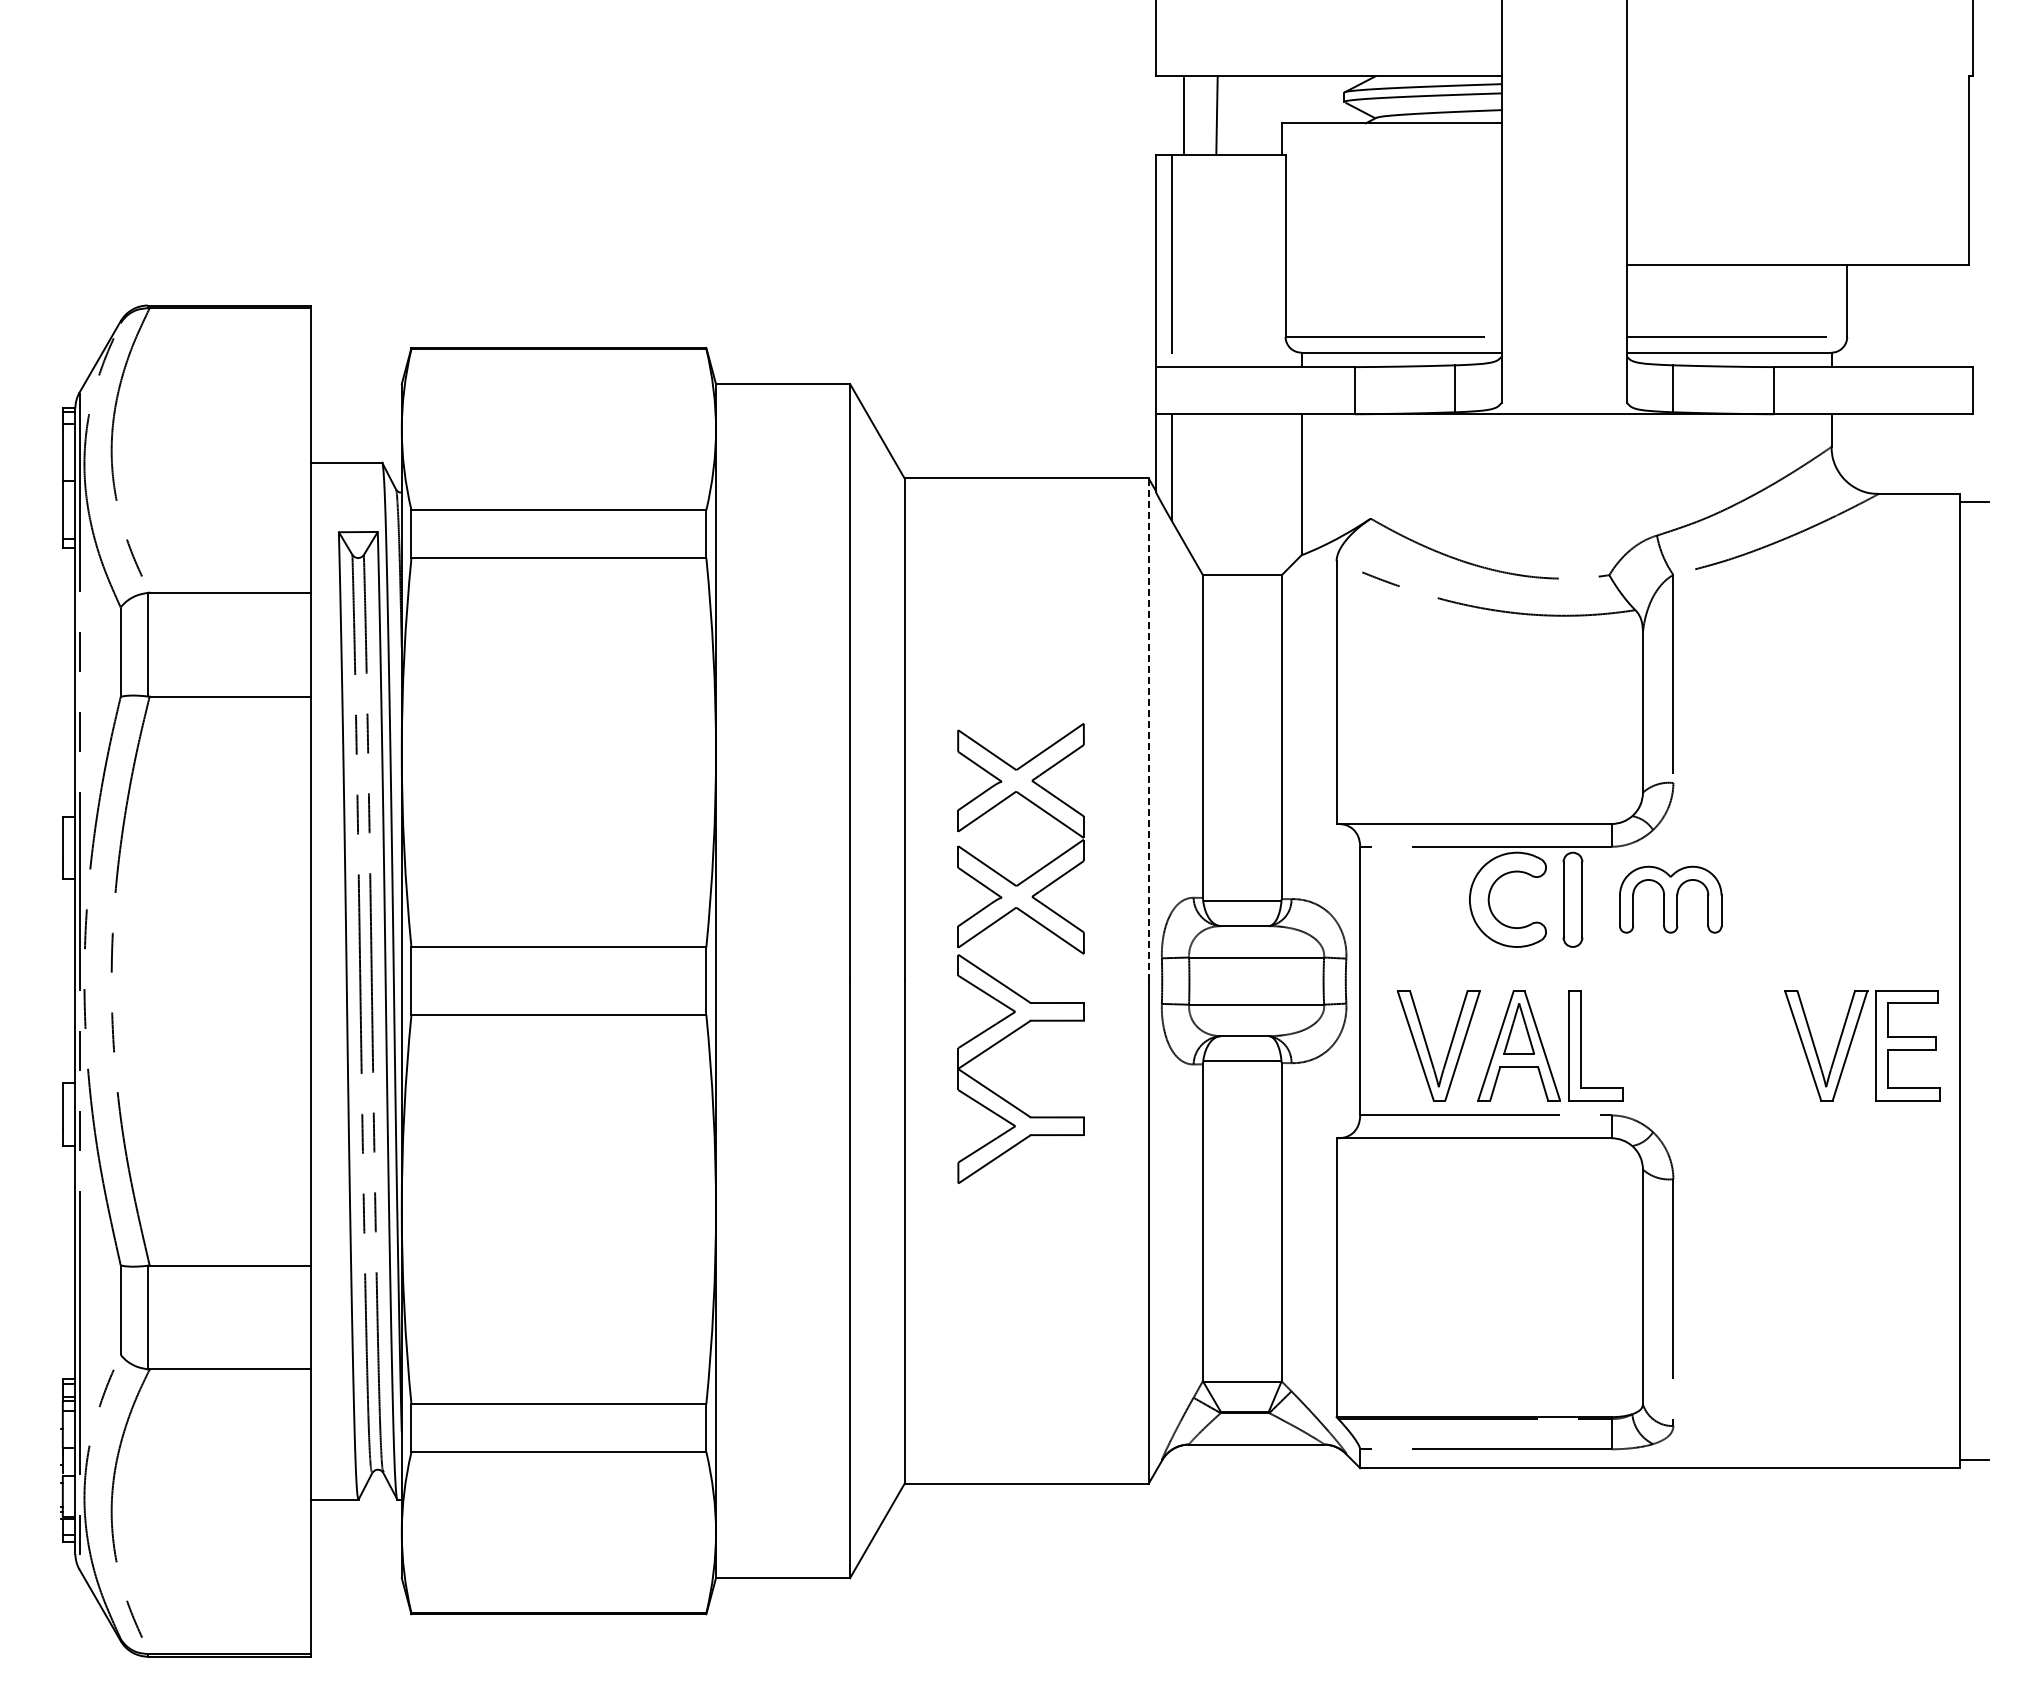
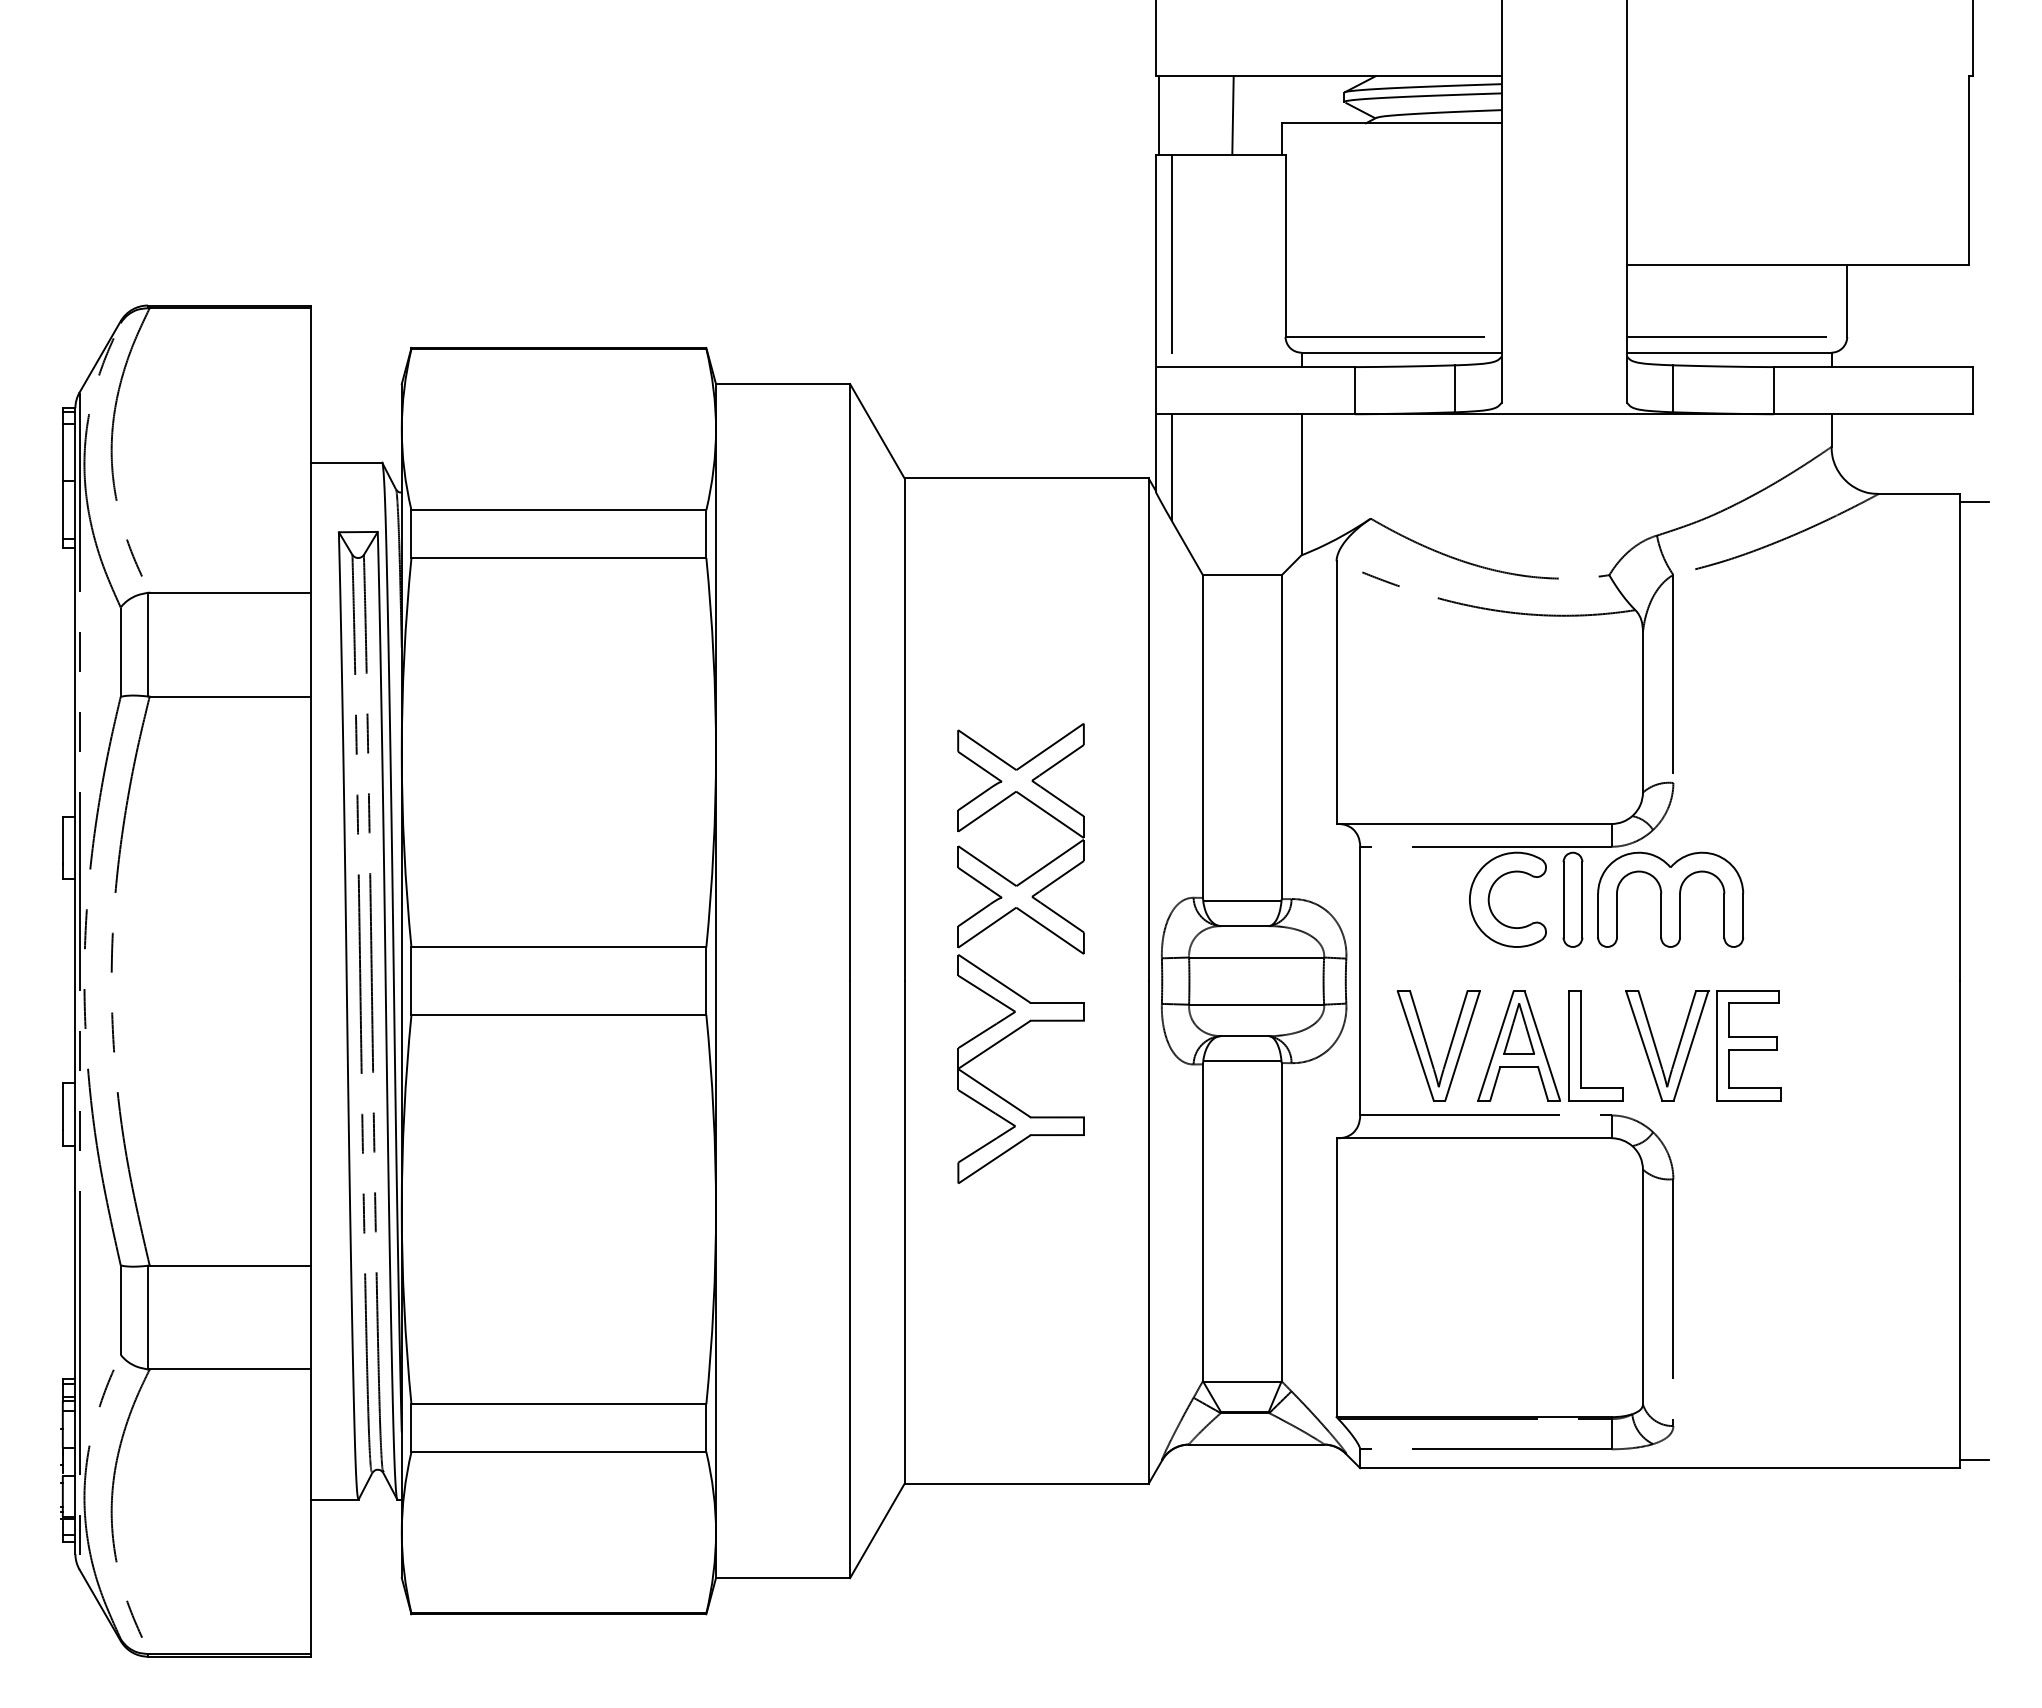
line at (1184, 115) position: (1184, 115) -> (1159, 115)
line at (1216, 115) position: (1216, 115) -> (1232, 115)
line at (1148, 729): dashed -> solid
part at (1670, 899) size: 104x69 px -> 148x97 px
part at (1852, 1042) position: (1852, 1042) -> (1693, 1042)
